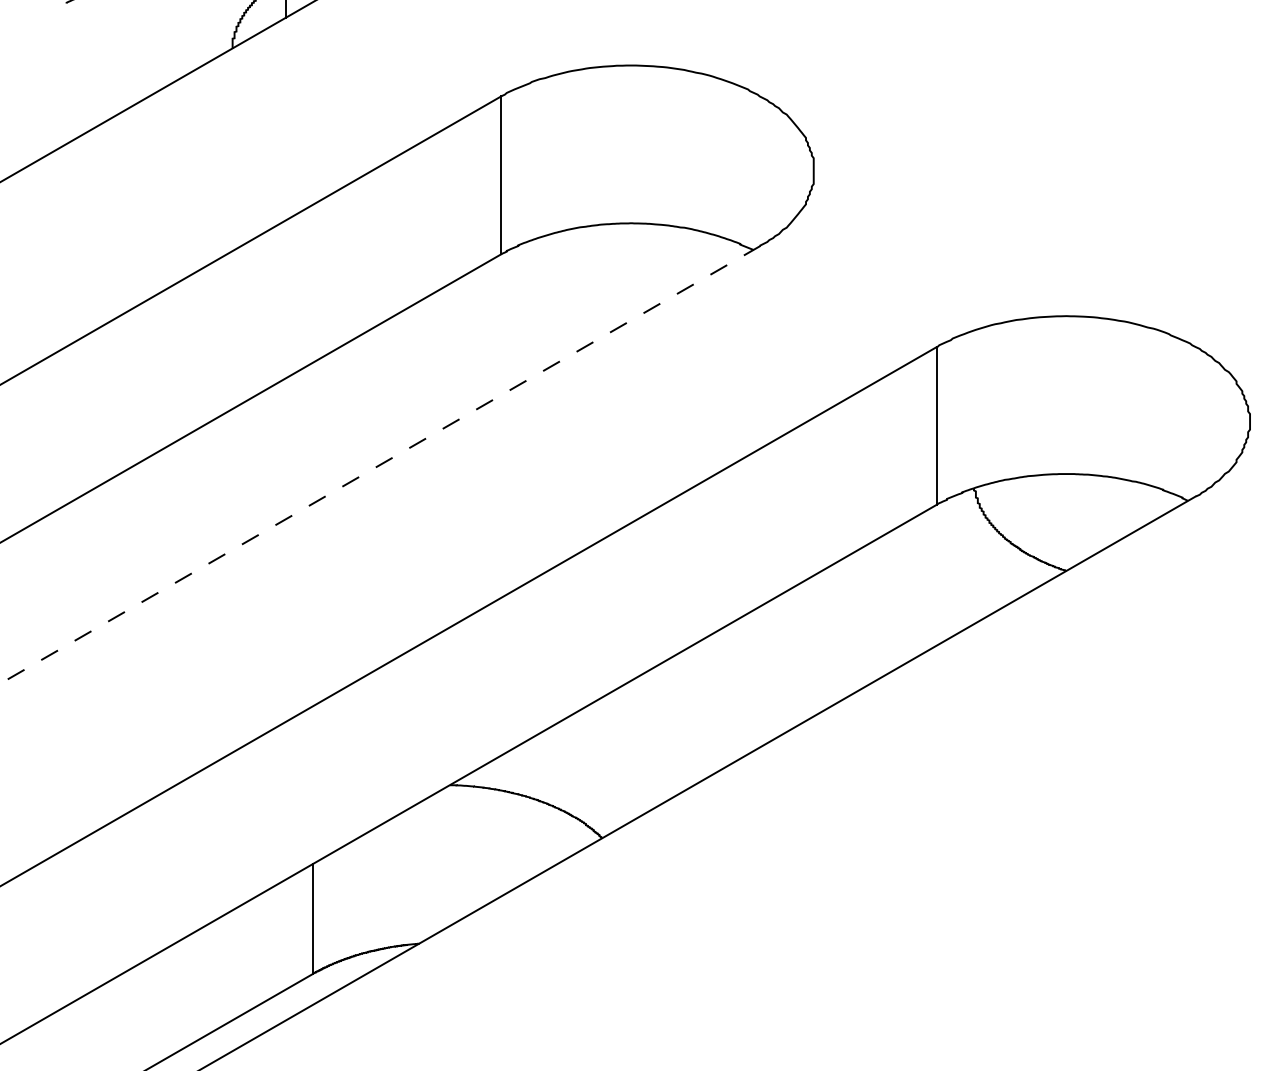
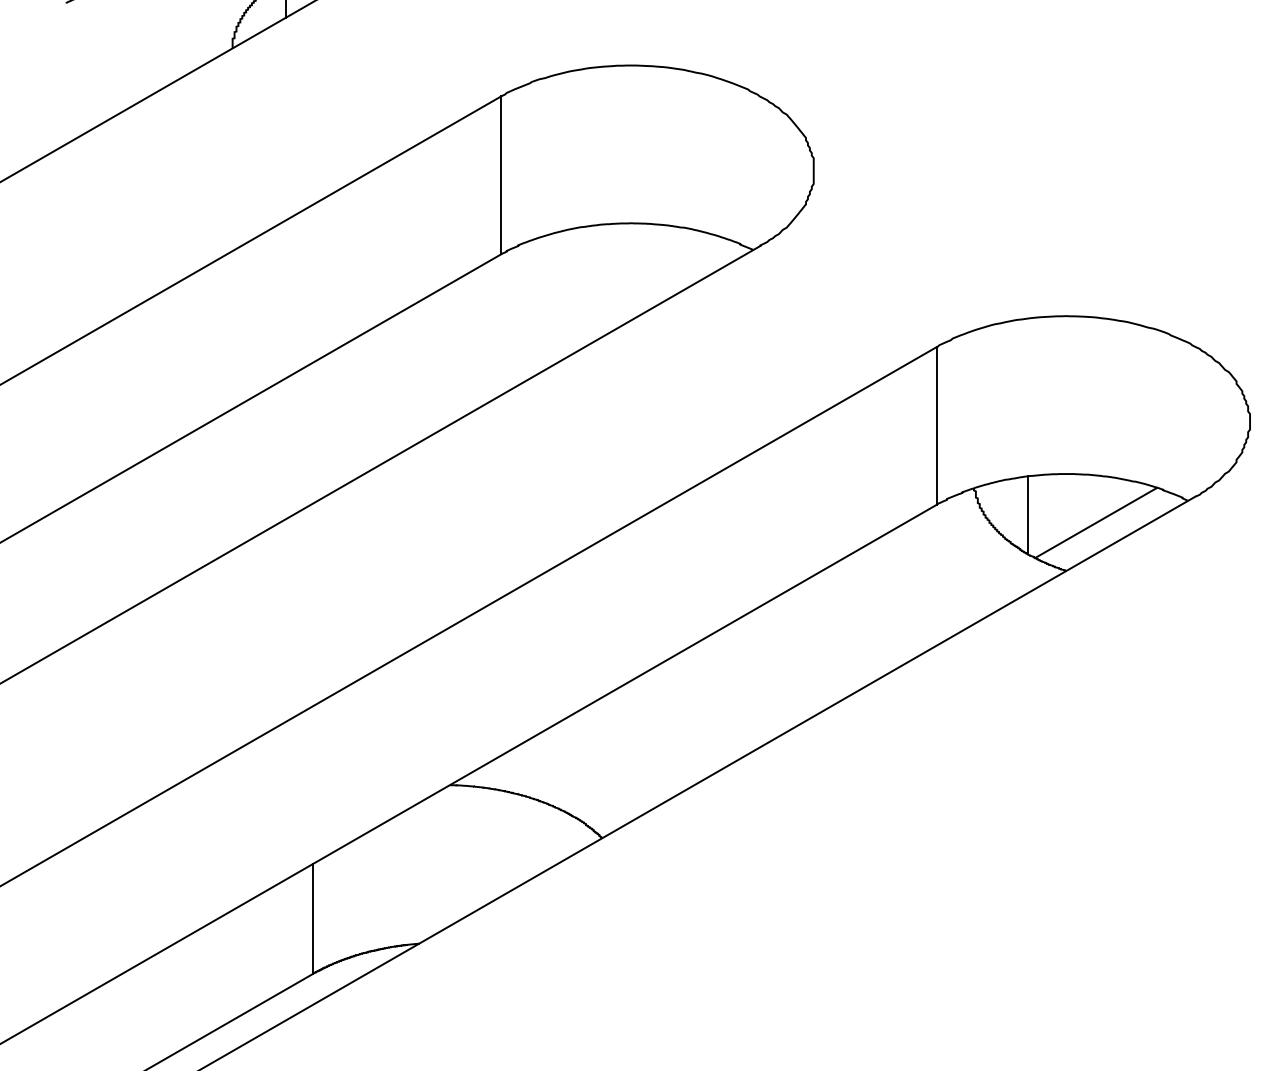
line at (380, 464): dashed -> solid
line at (1027, 514): none -> present
line at (1096, 522): none -> present
